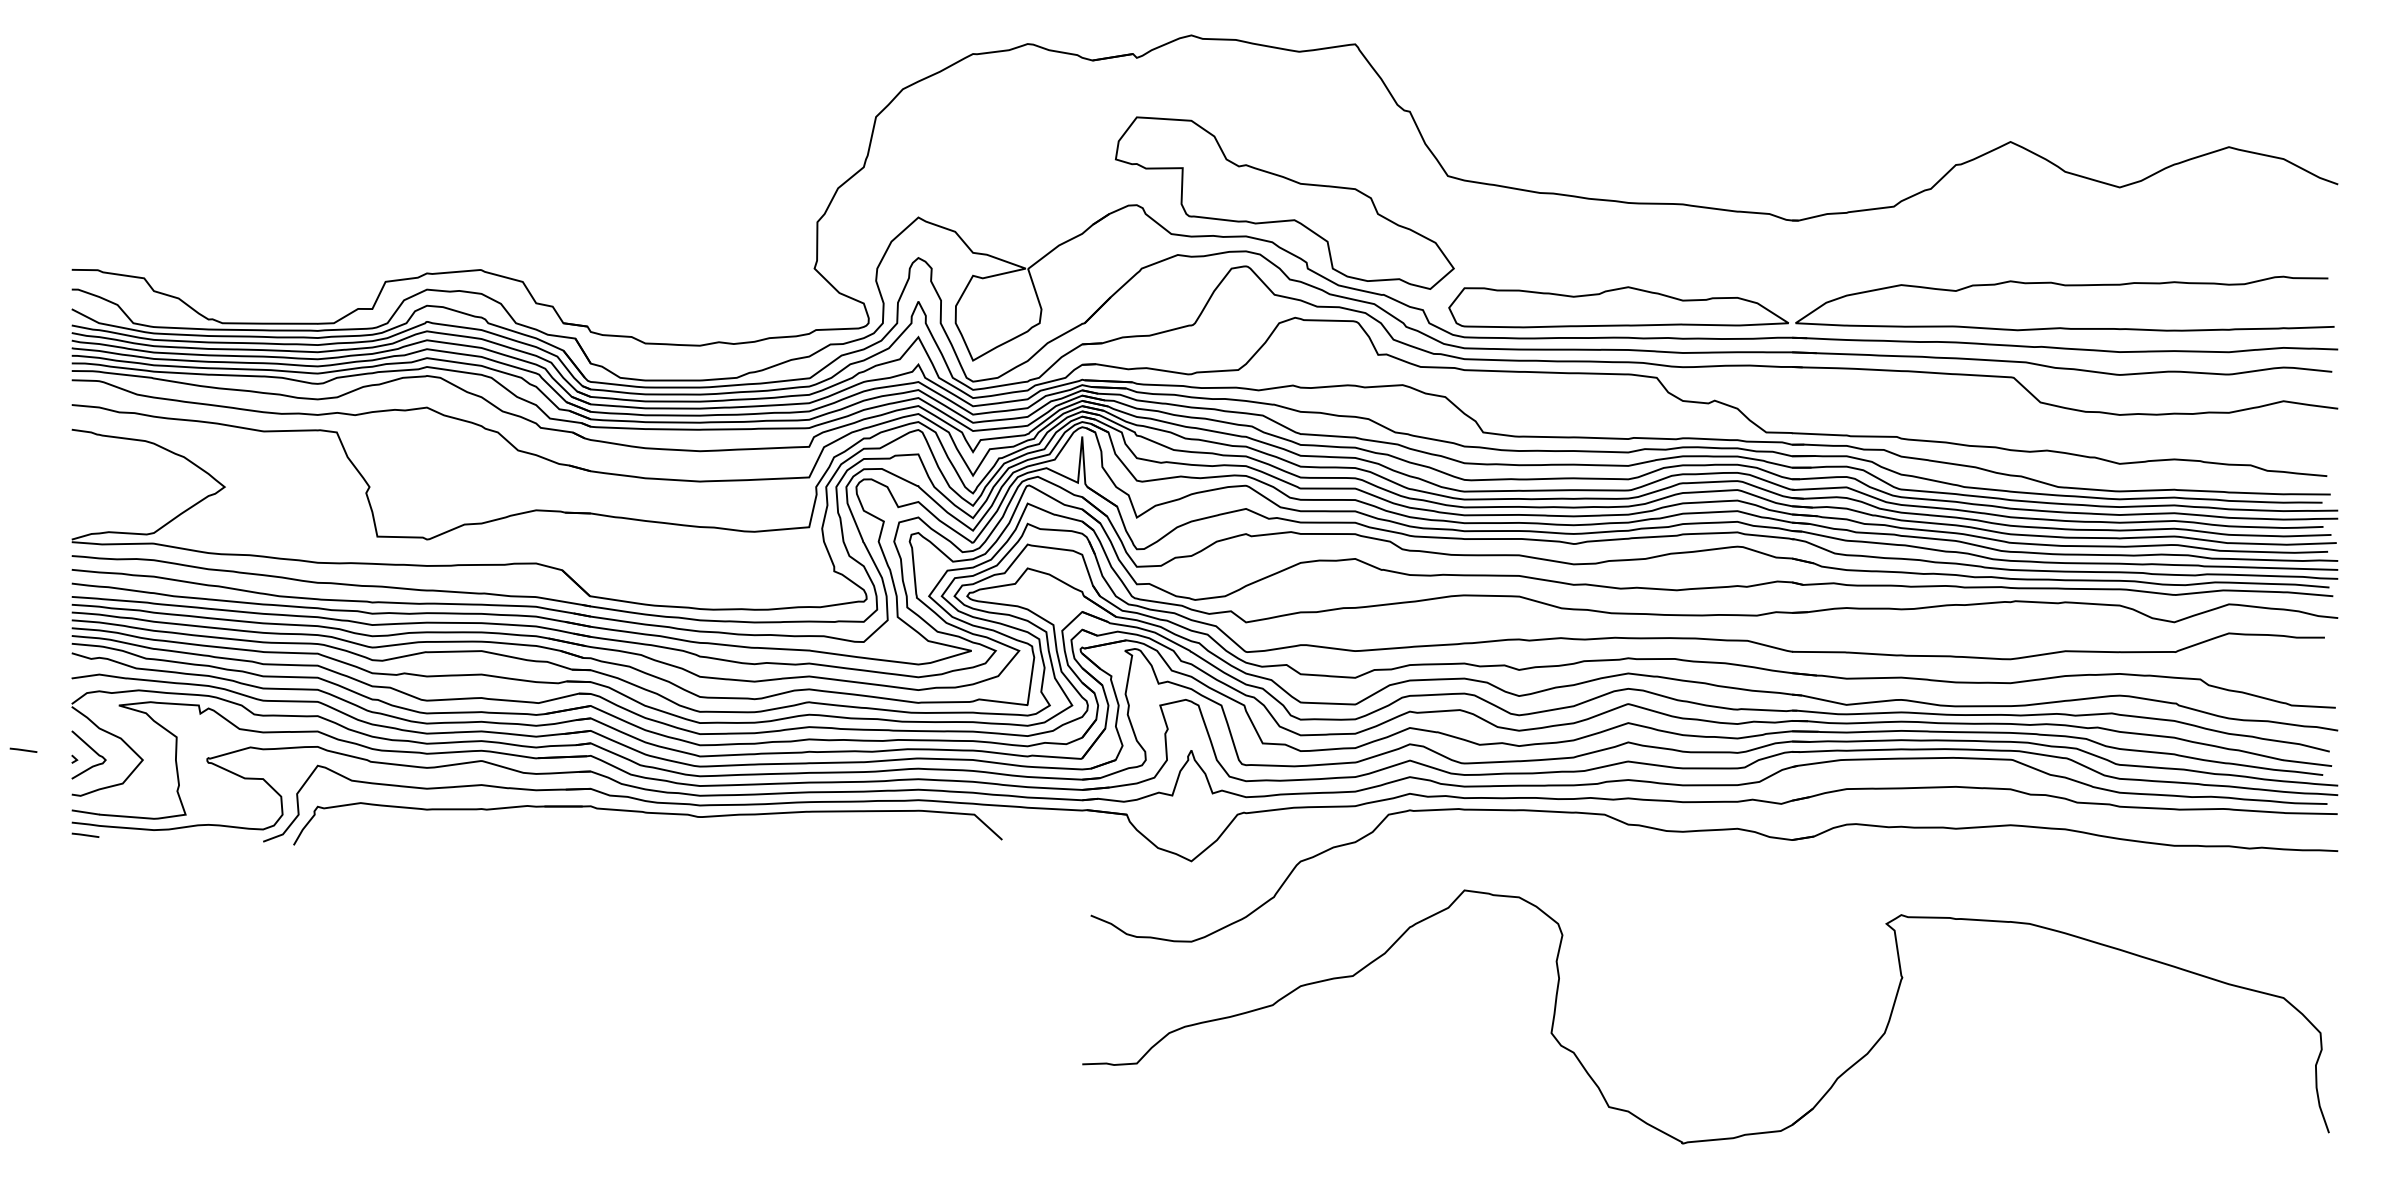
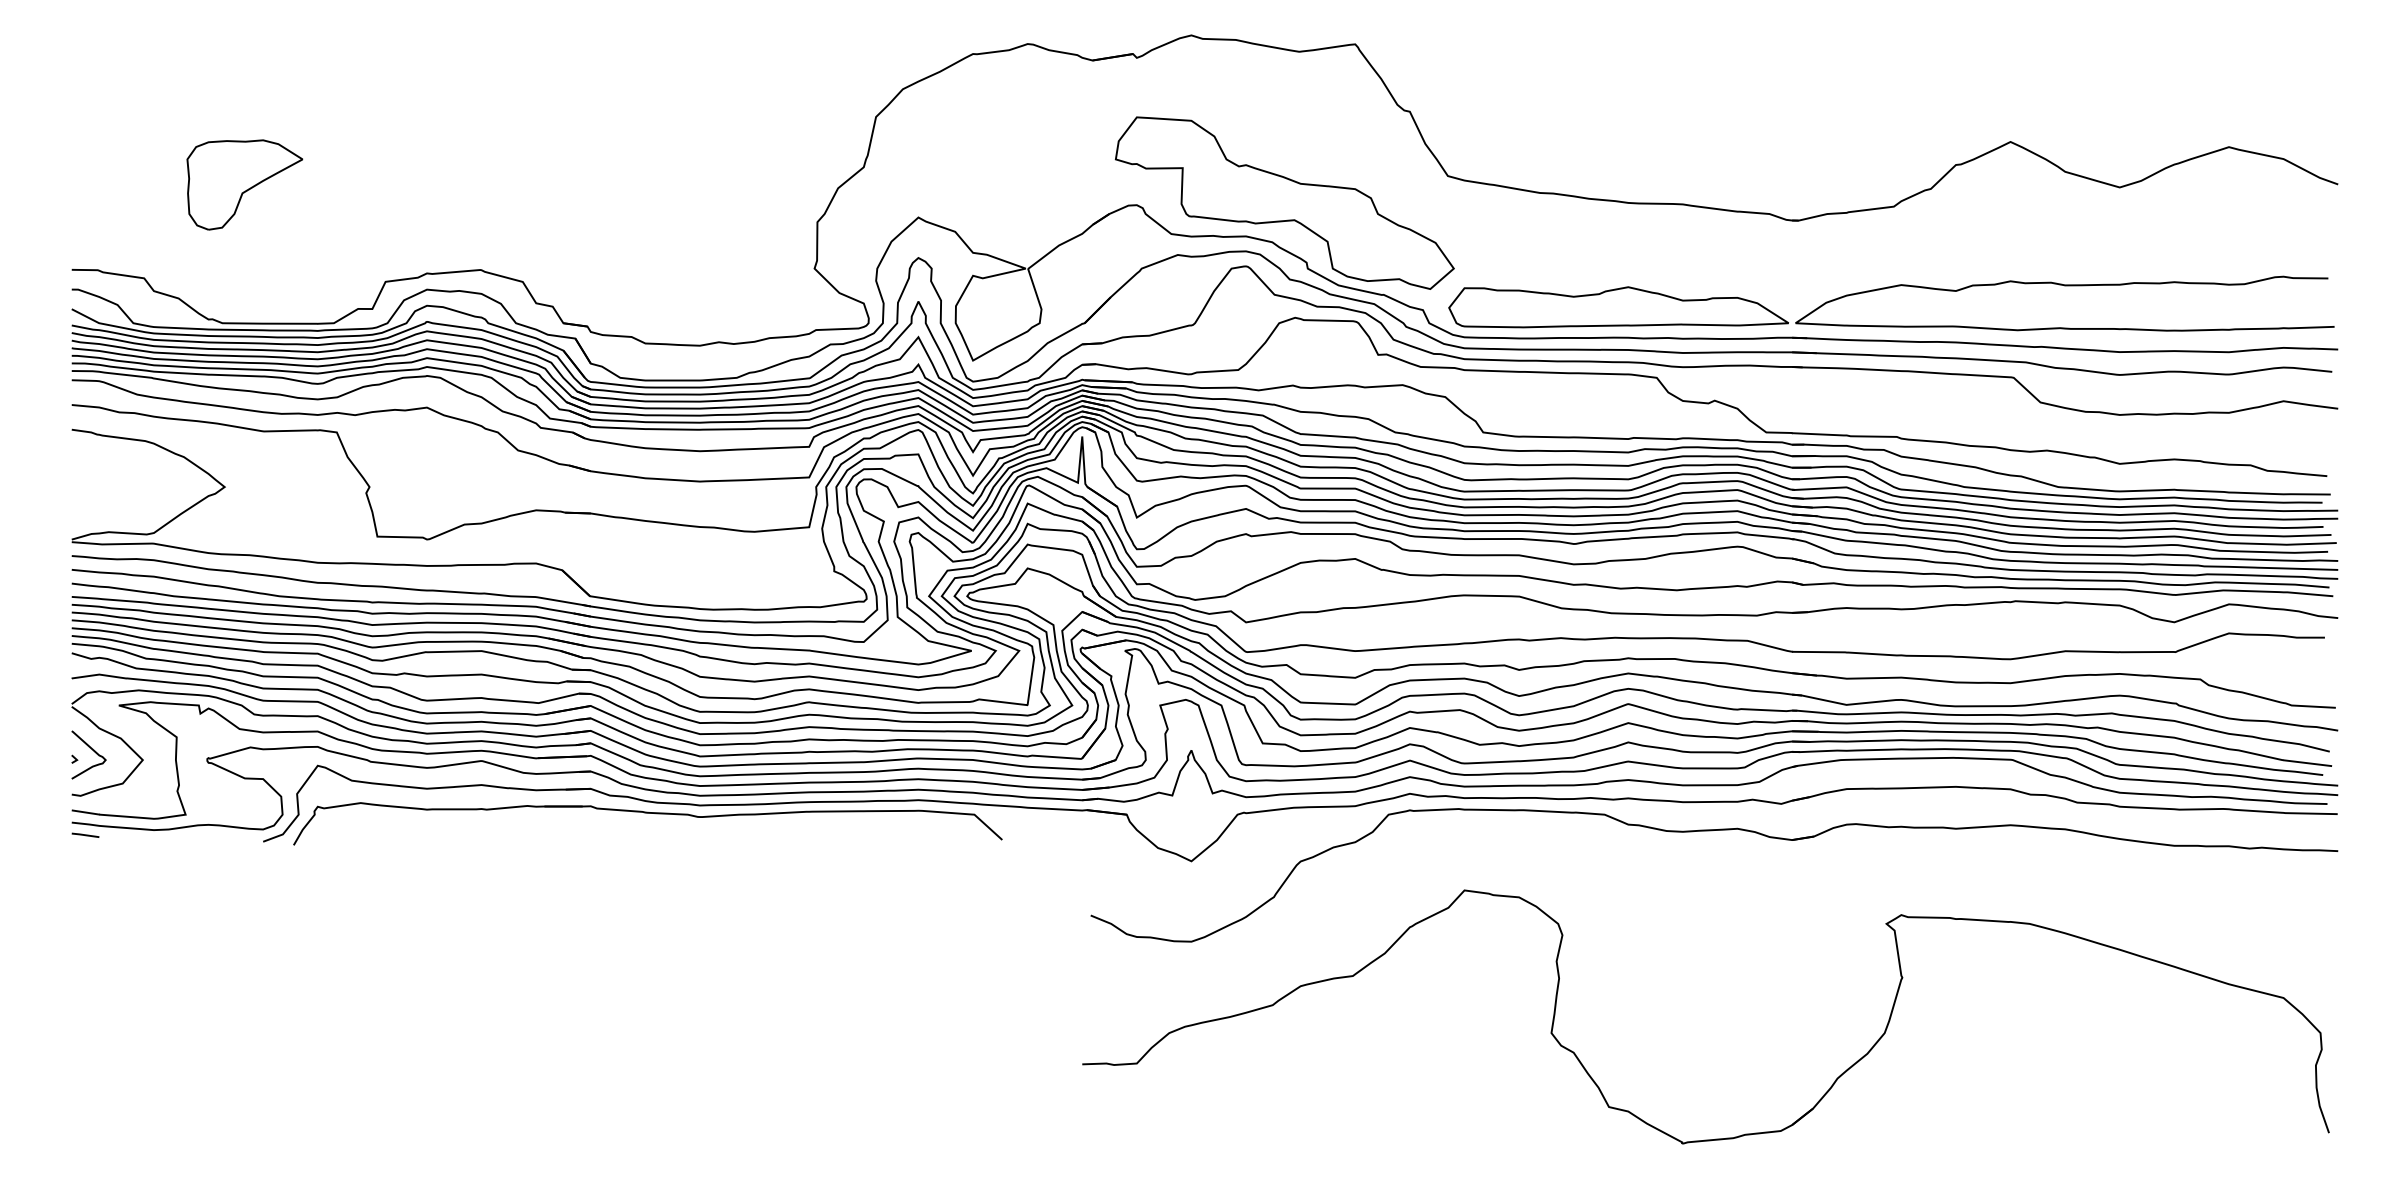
part at (244, 184): none -> present
line at (23, 749): present -> none
